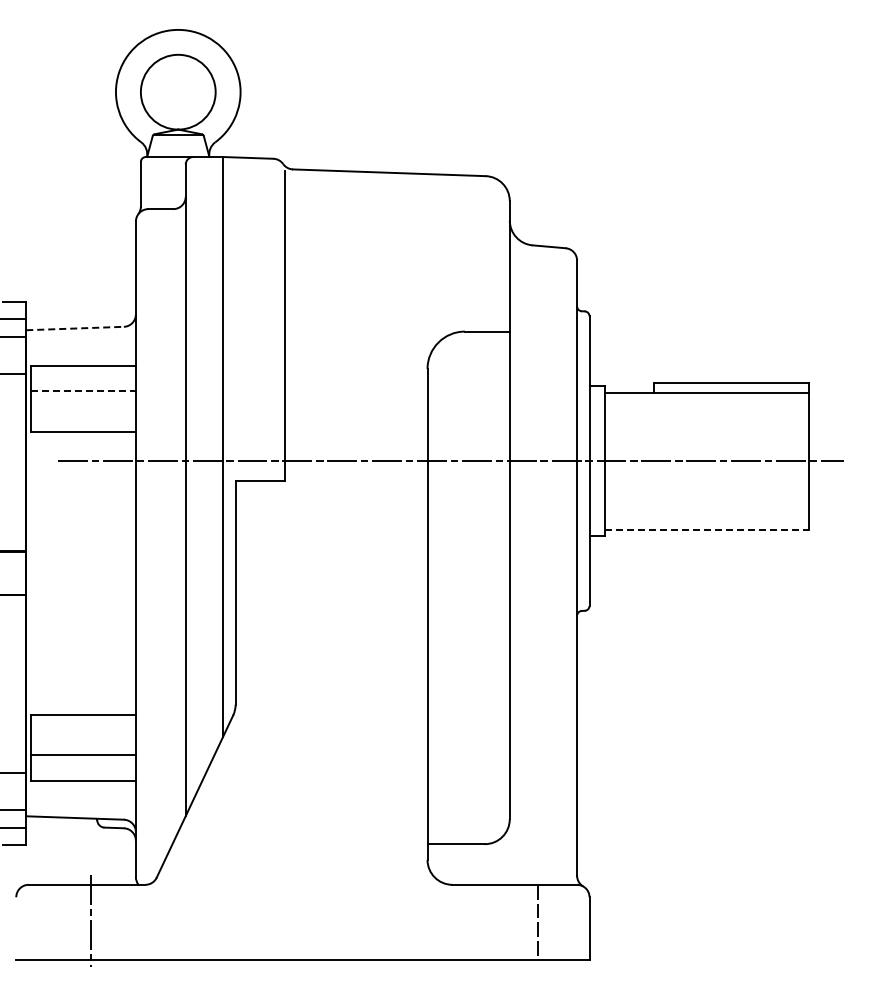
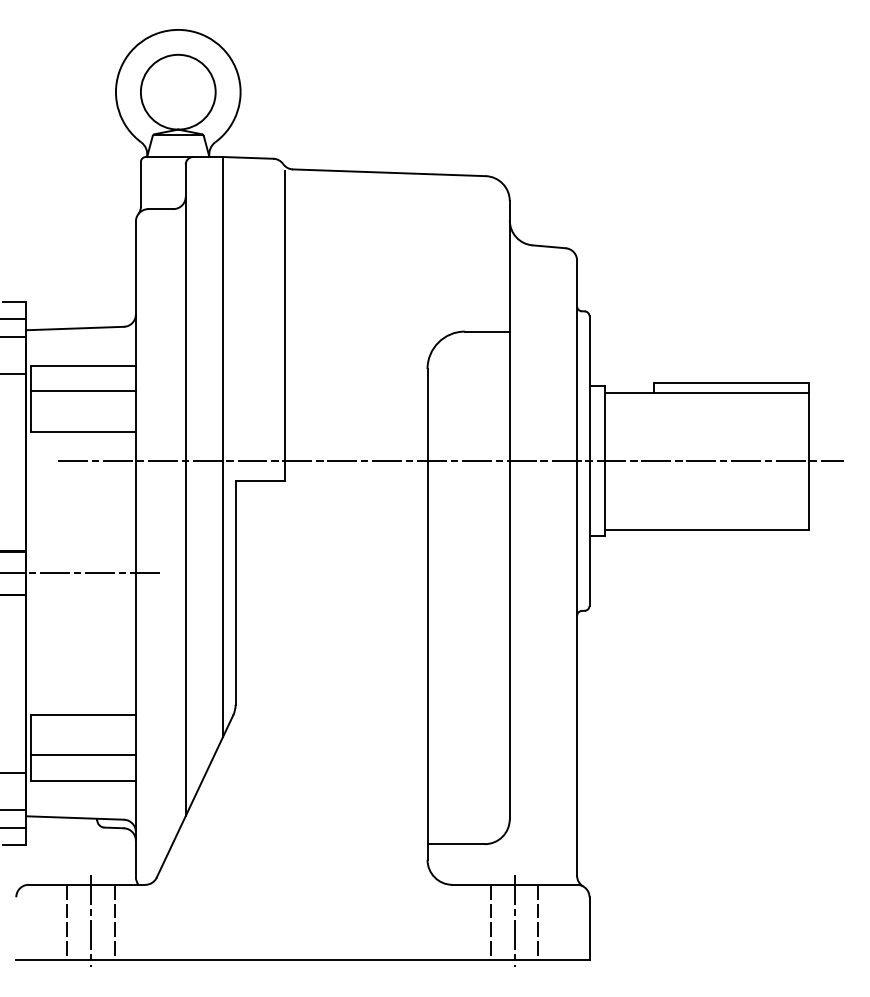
line at (75, 328): dashed -> solid
line at (84, 391): dashed -> solid
line at (707, 529): dashed -> solid
line at (80, 573): none -> present
line at (67, 921): none -> present
line at (114, 921): none -> present
line at (491, 921): none -> present
line at (514, 921): none -> present
